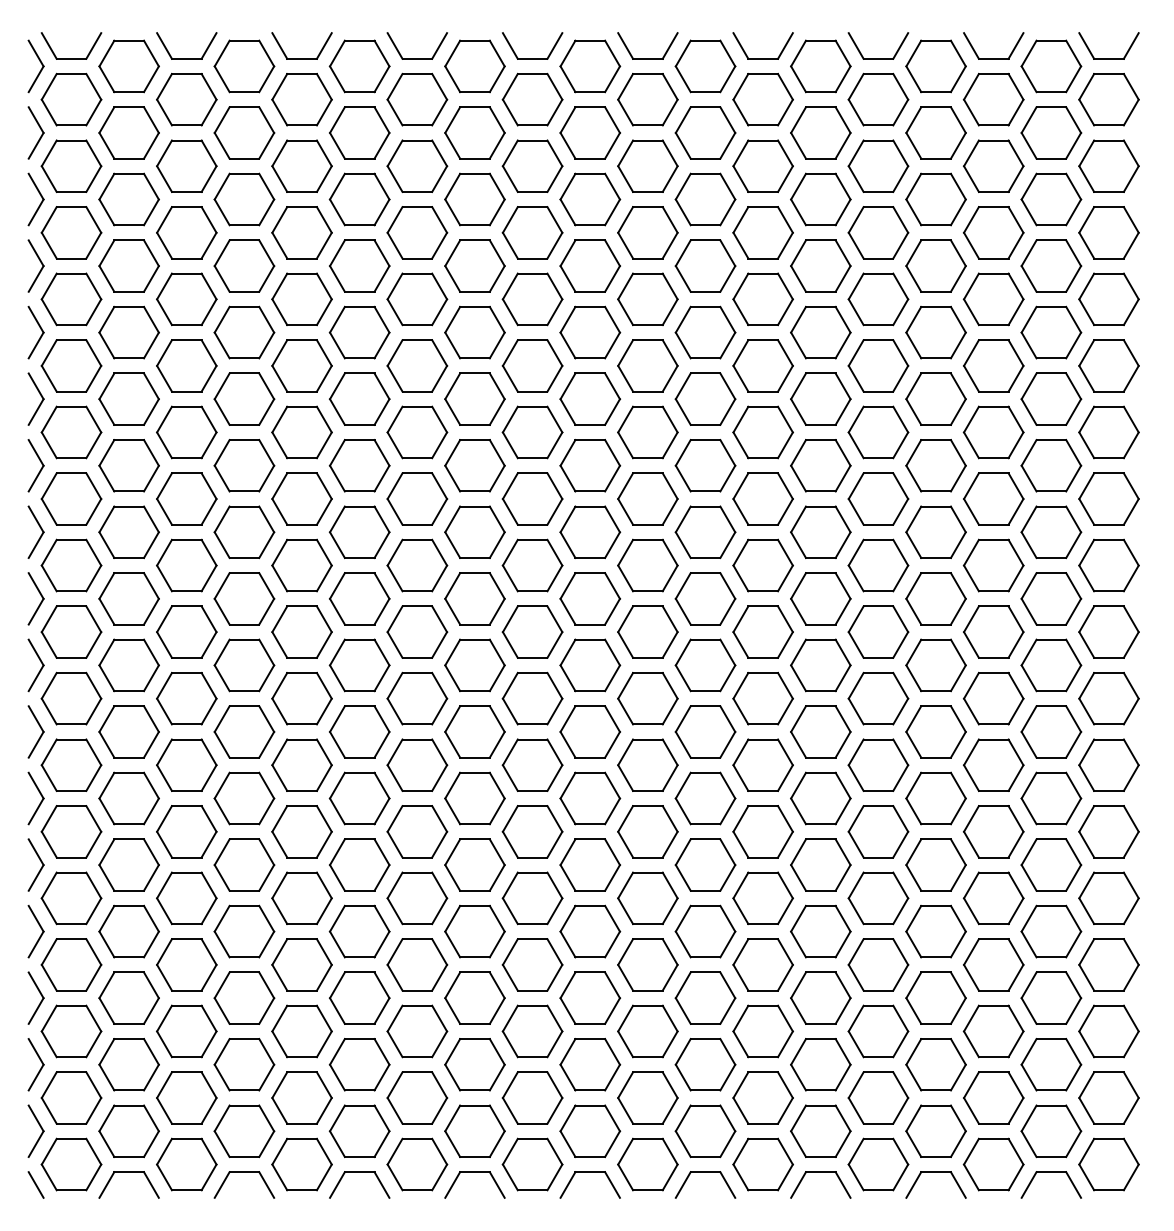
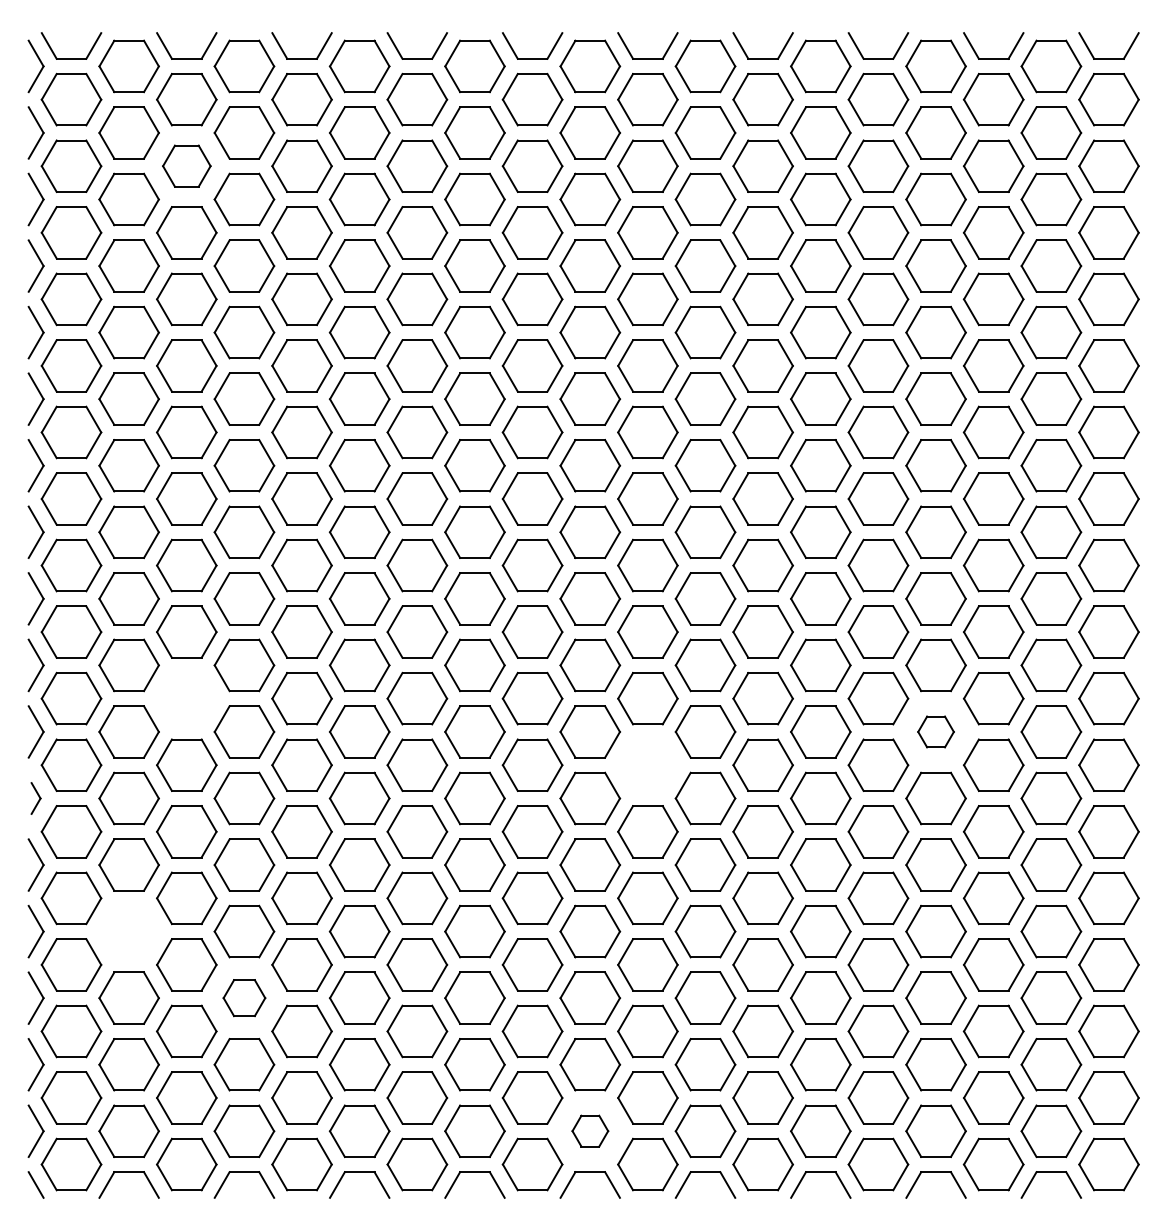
part at (186, 165) size: 62x54 px -> 50x44 px
part at (186, 698): present -> none
part at (935, 731) size: 62x54 px -> 38x34 px
part at (647, 764): present -> none
part at (35, 798) size: 18x55 px -> 12x33 px
part at (128, 931): present -> none
part at (244, 997) size: 63x54 px -> 45x39 px
part at (590, 1130) size: 63x54 px -> 39x34 px
